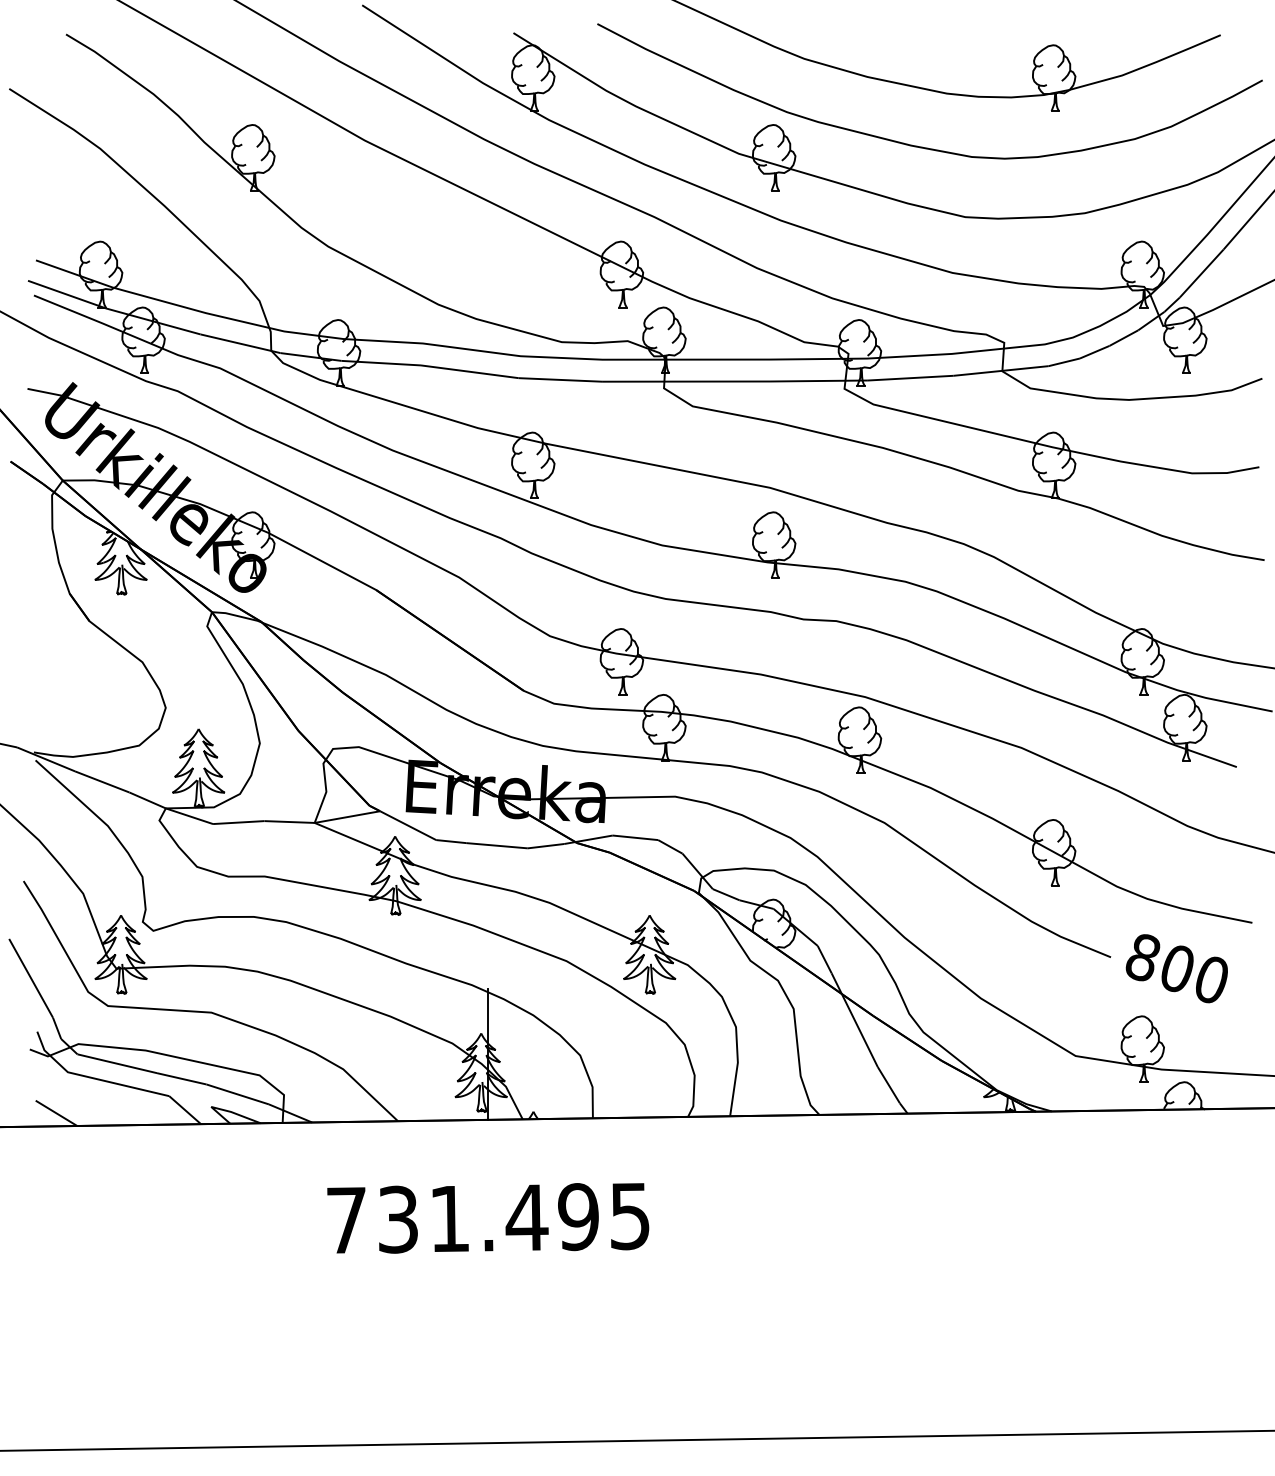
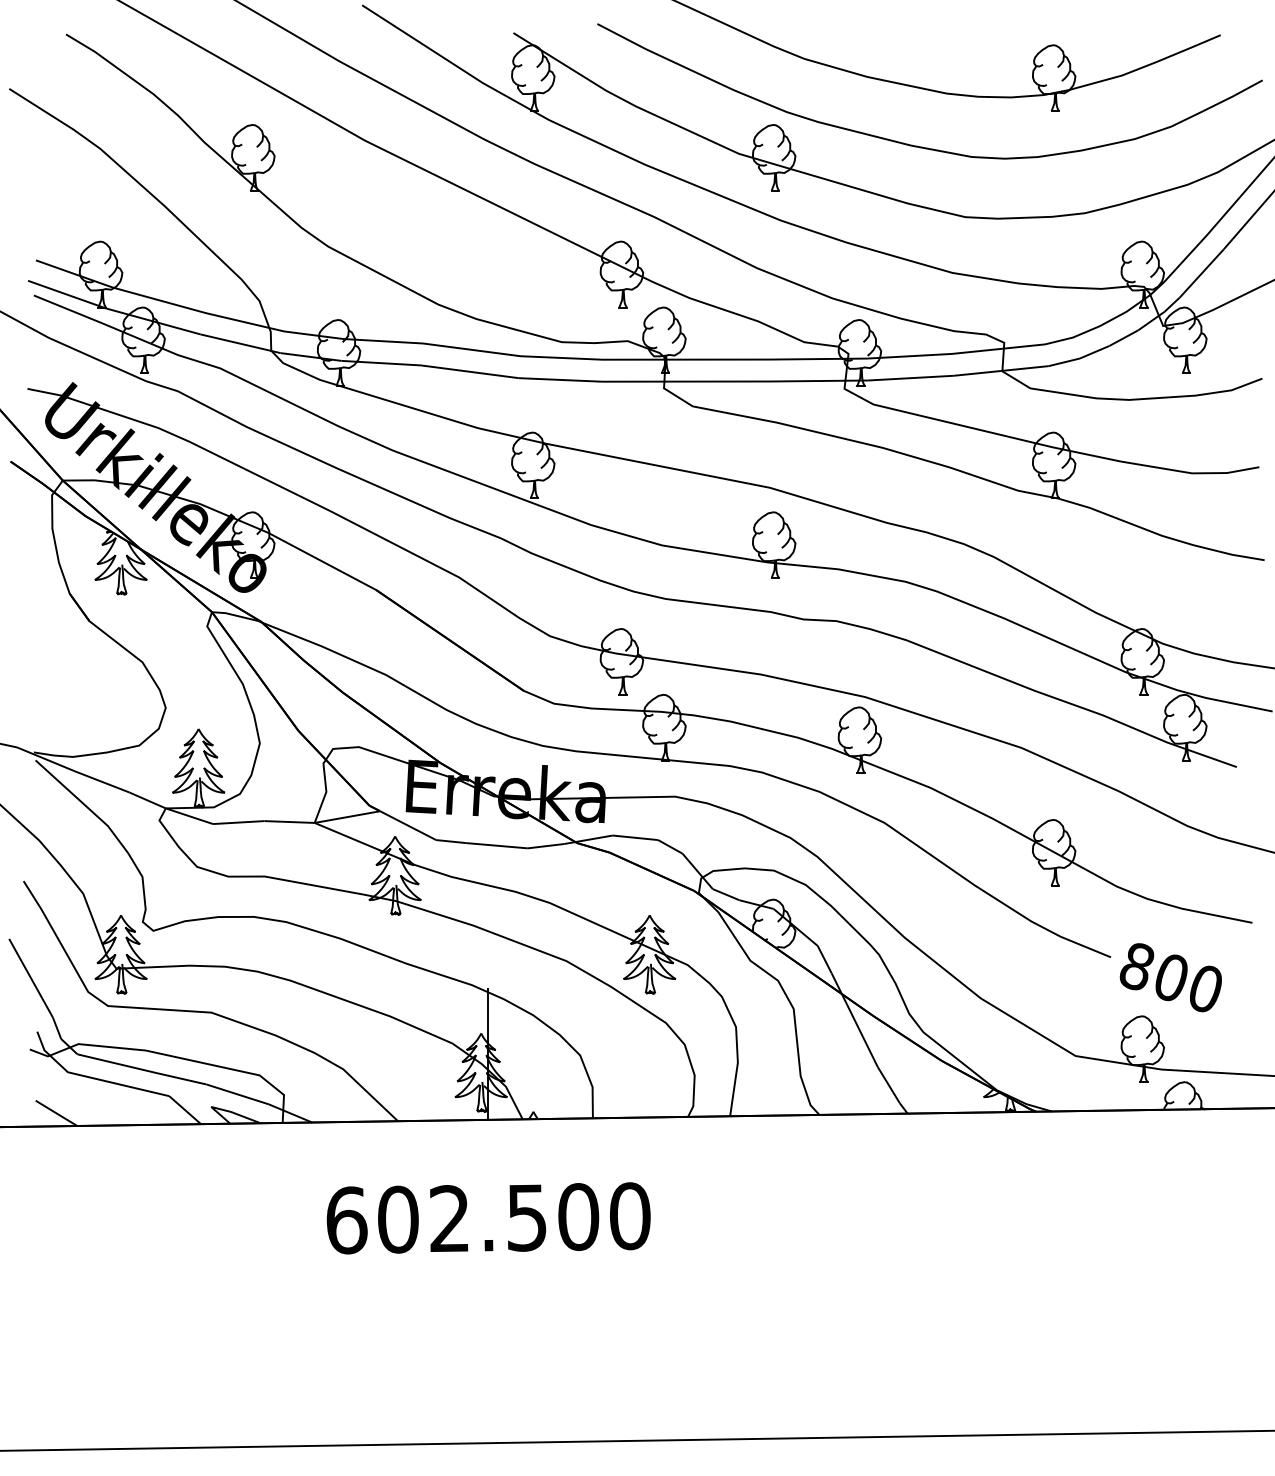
text at (1176, 968) position: (1176, 968) -> (1170, 977)
text at (488, 1218): 731.495 -> 602.500
